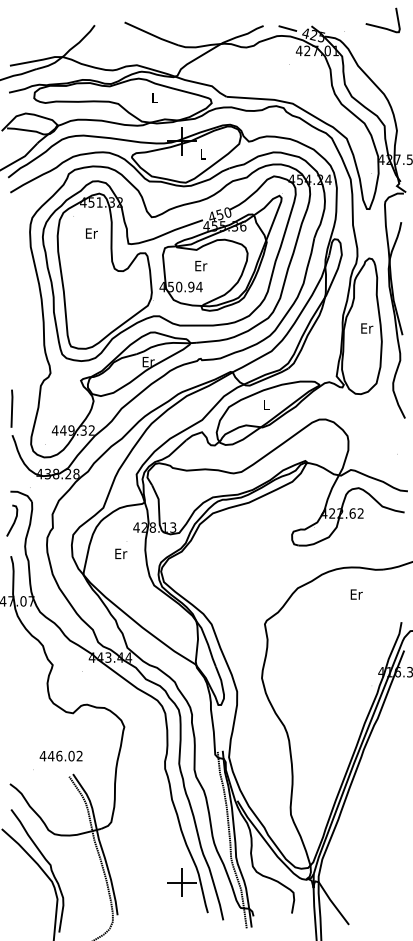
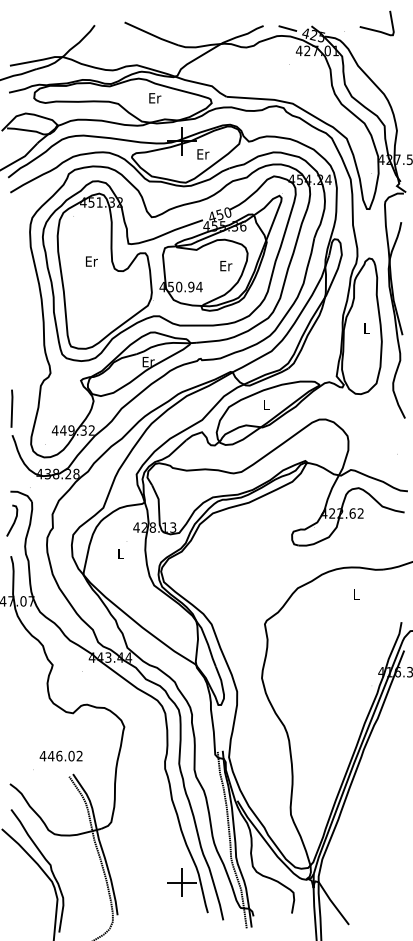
curve at (381, 26) position: (381, 26) -> (375, 29)
text at (155, 98): L -> Er
text at (203, 154): L -> Er
text at (91, 233) position: (91, 233) -> (91, 261)
text at (201, 266) position: (201, 266) -> (226, 266)
text at (367, 328): Er -> L
text at (121, 553): Er -> L
text at (356, 594): Er -> L
